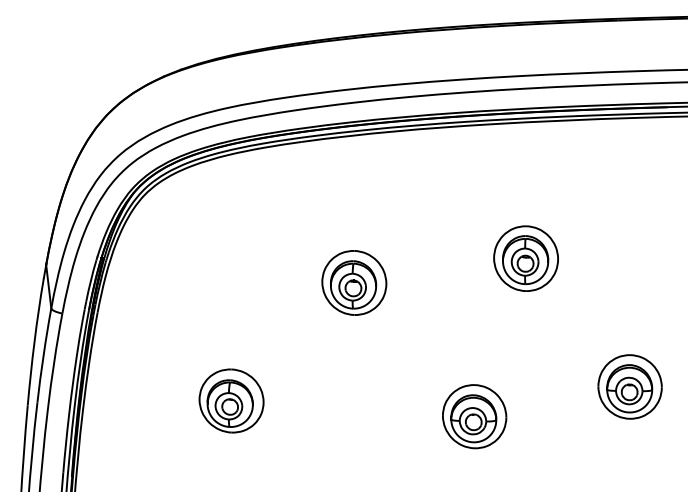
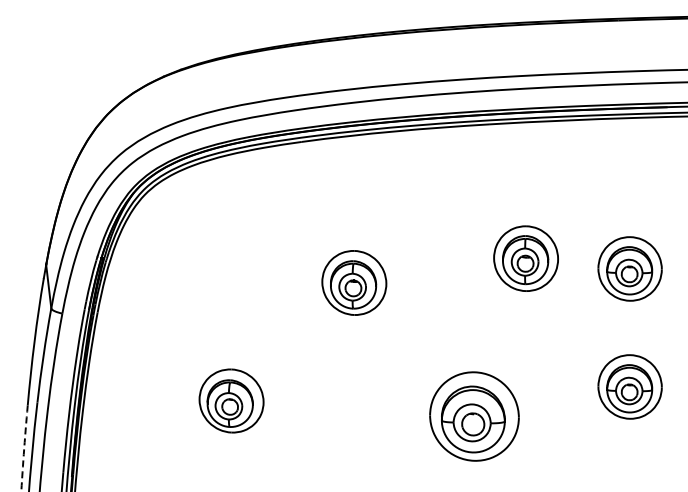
part at (629, 268): none -> present
part at (474, 416) size: 66x66 px -> 91x91 px
arc at (24, 449): solid -> dashed
